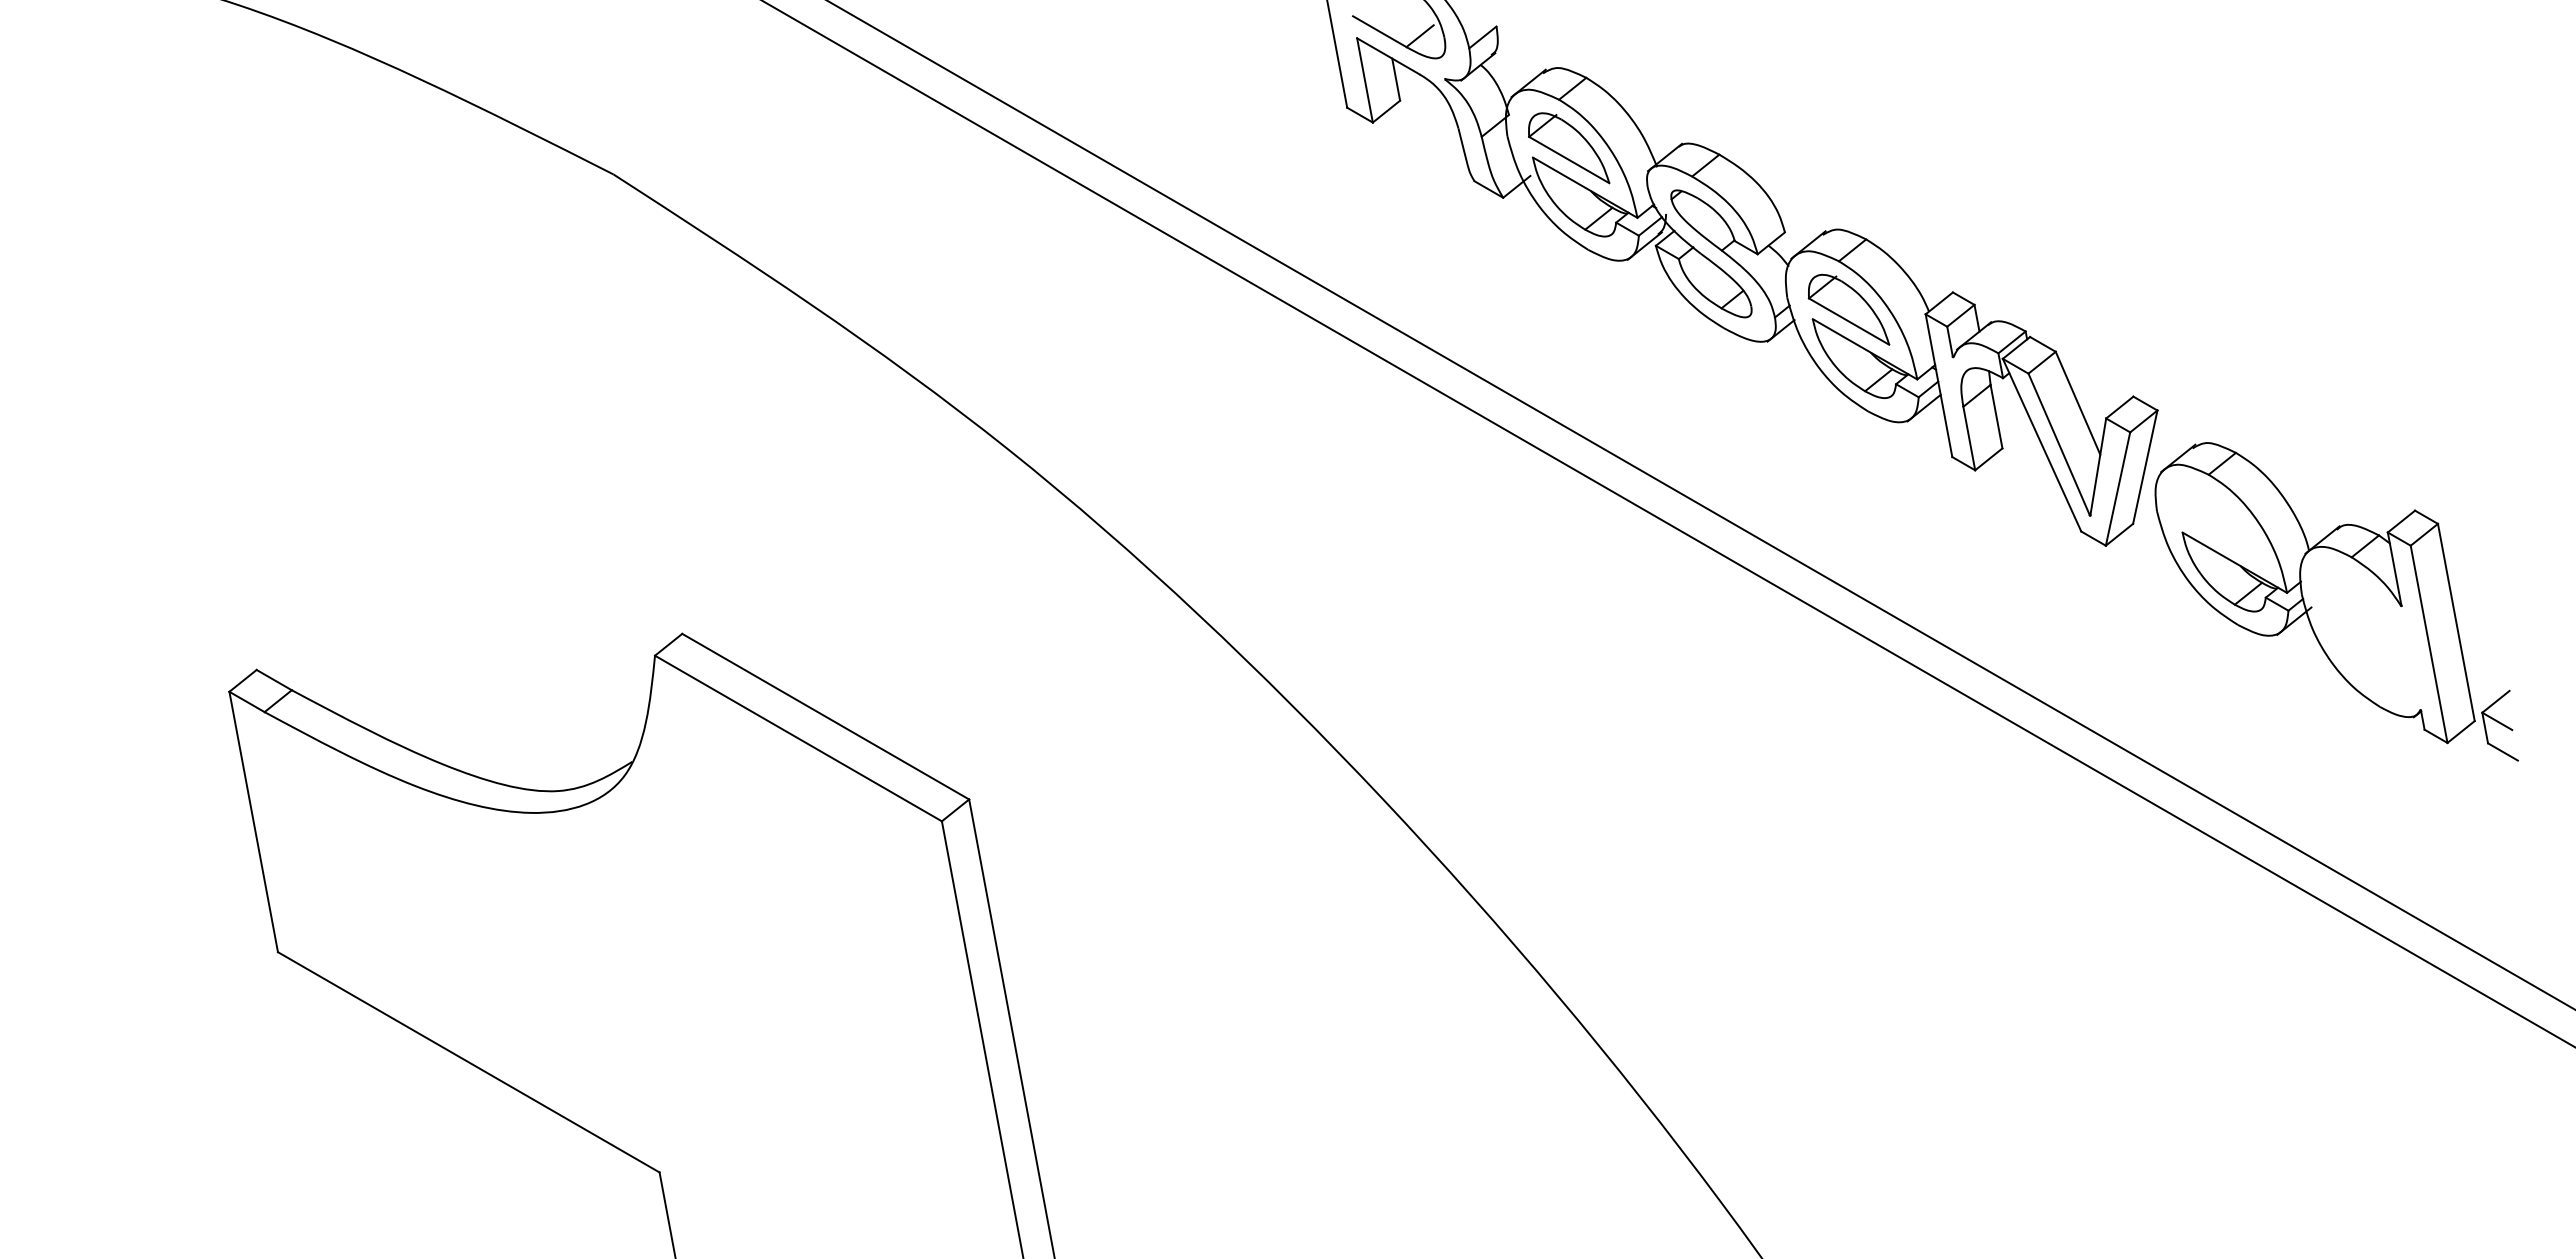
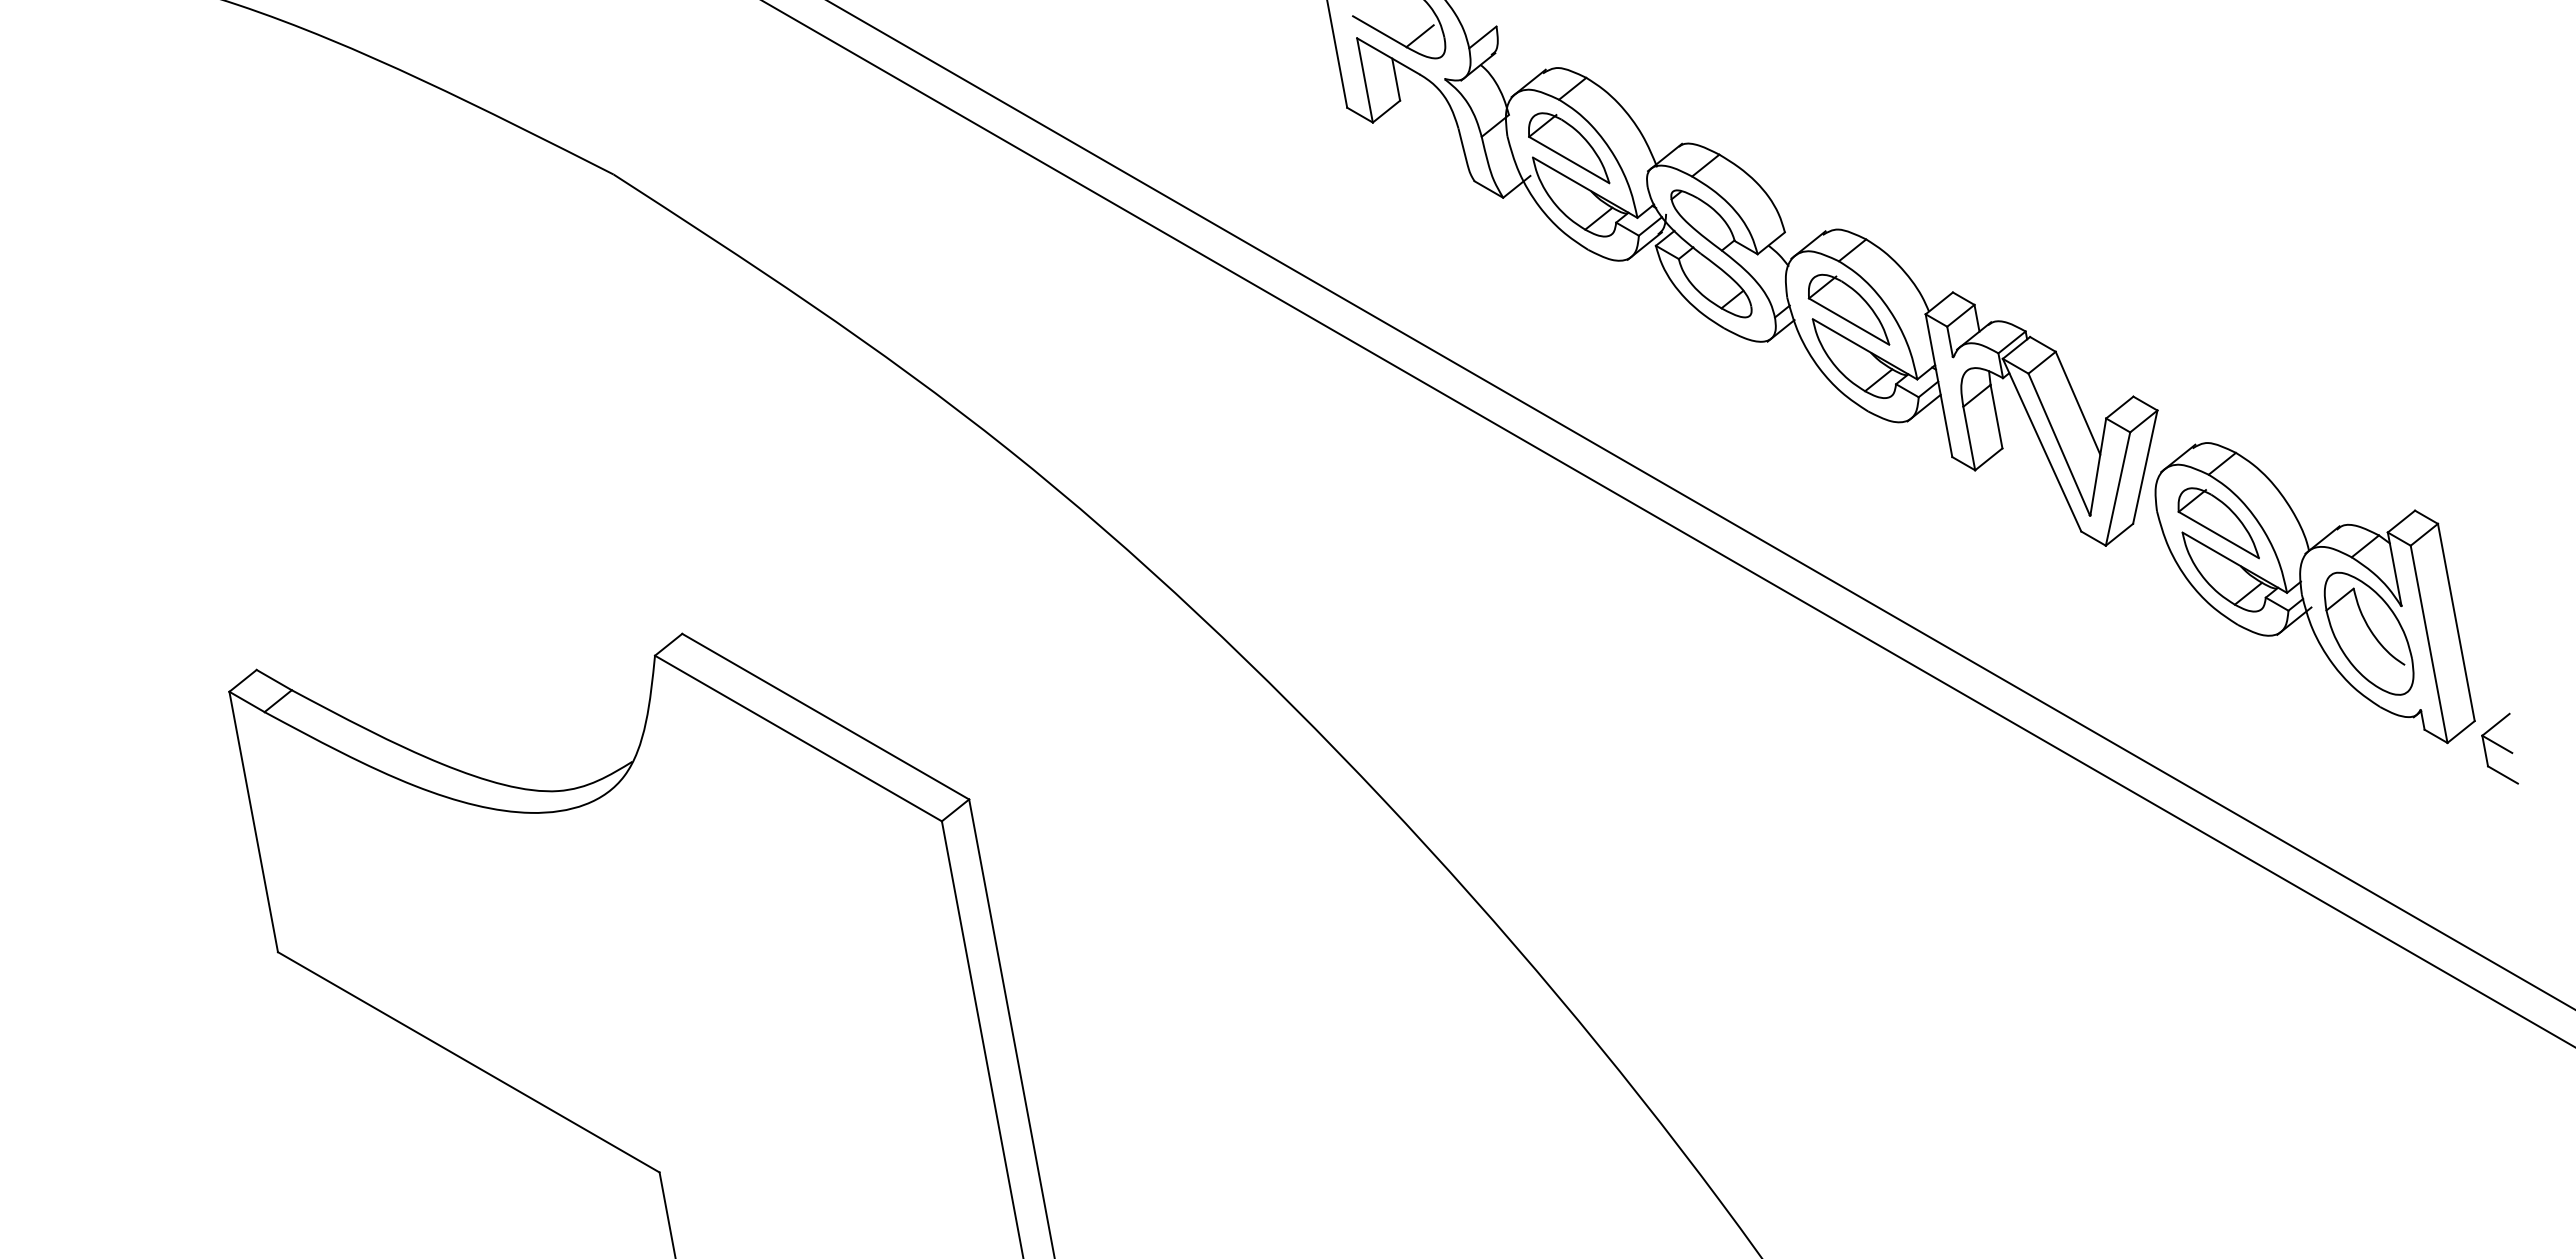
part at (2218, 523): none -> present
part at (2368, 633): none -> present
part at (2499, 725) position: (2499, 725) -> (2499, 748)
